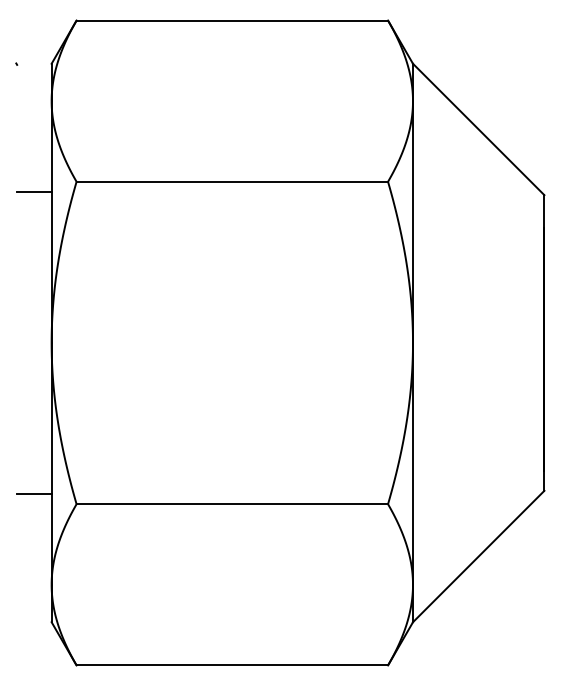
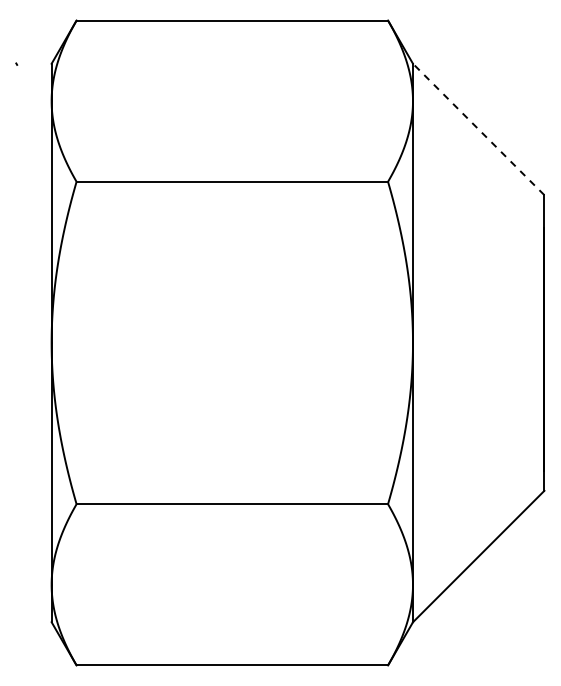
line at (478, 129): solid -> dashed
line at (33, 191): present -> none
line at (33, 494): present -> none
